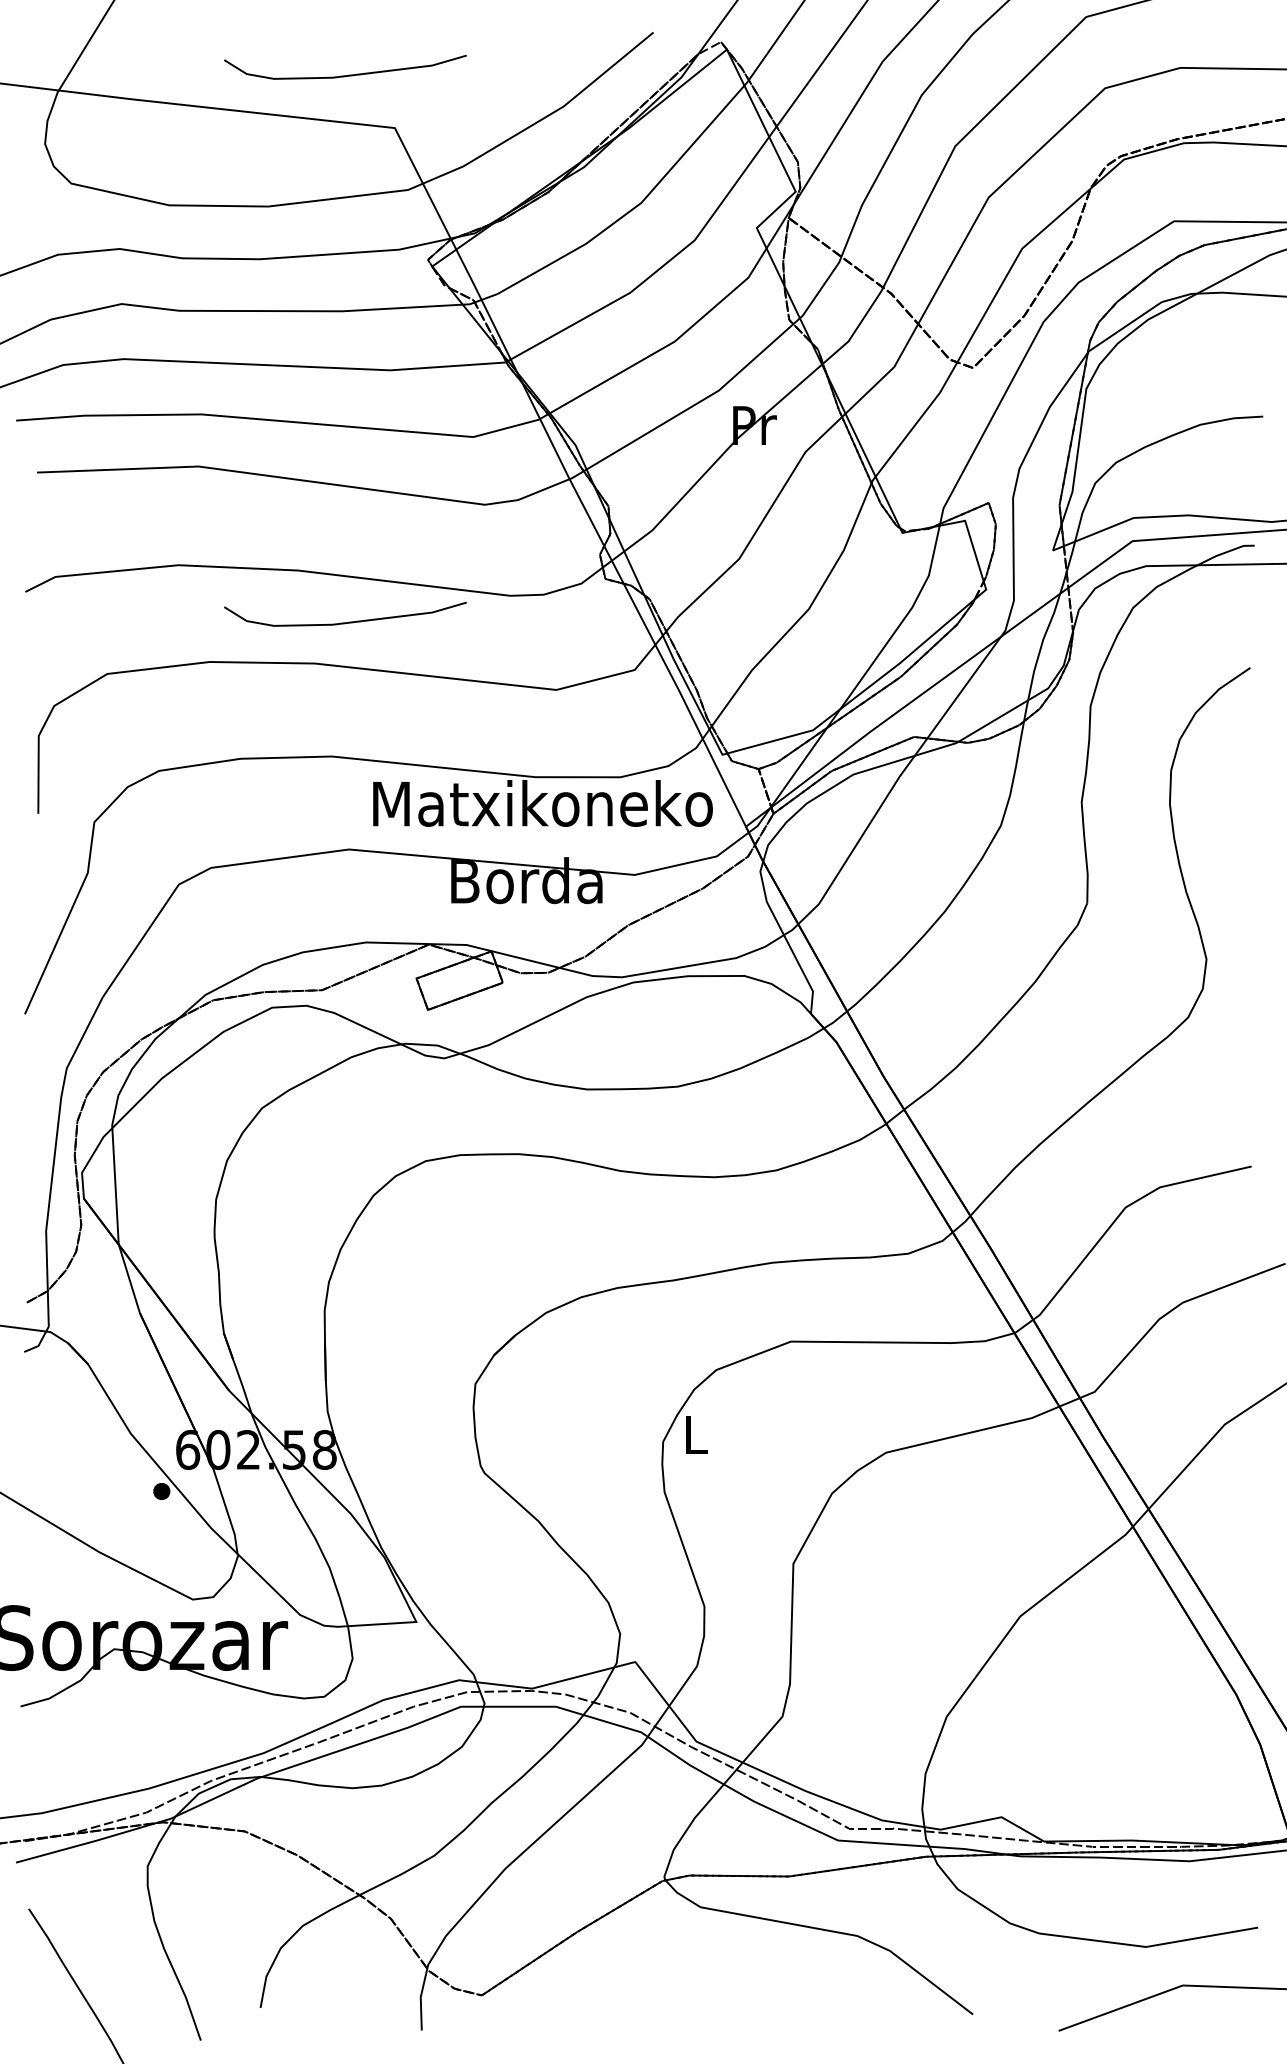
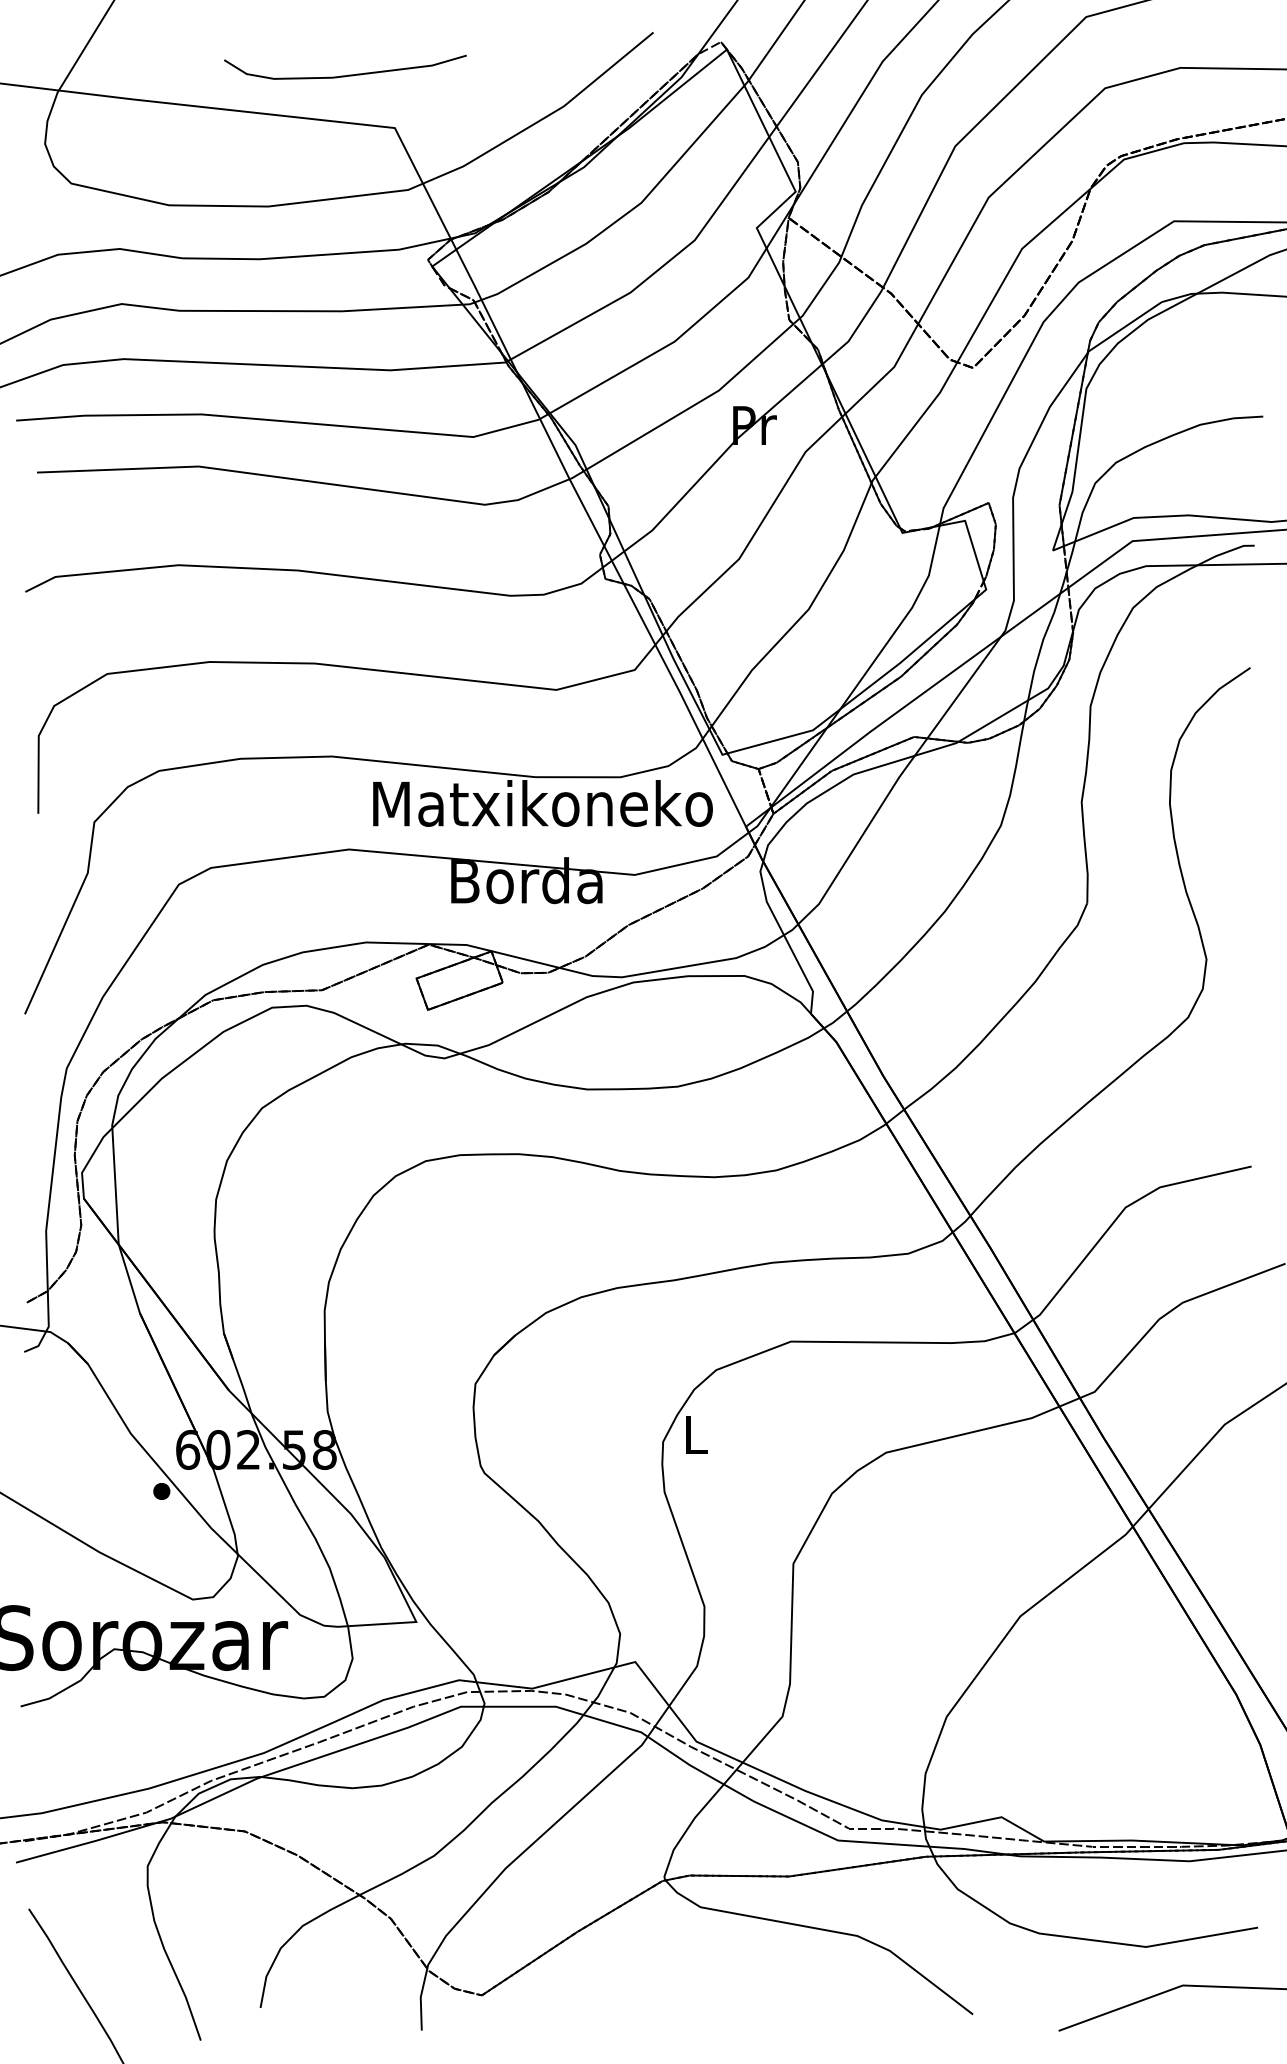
curve at (348, 621): present -> none
